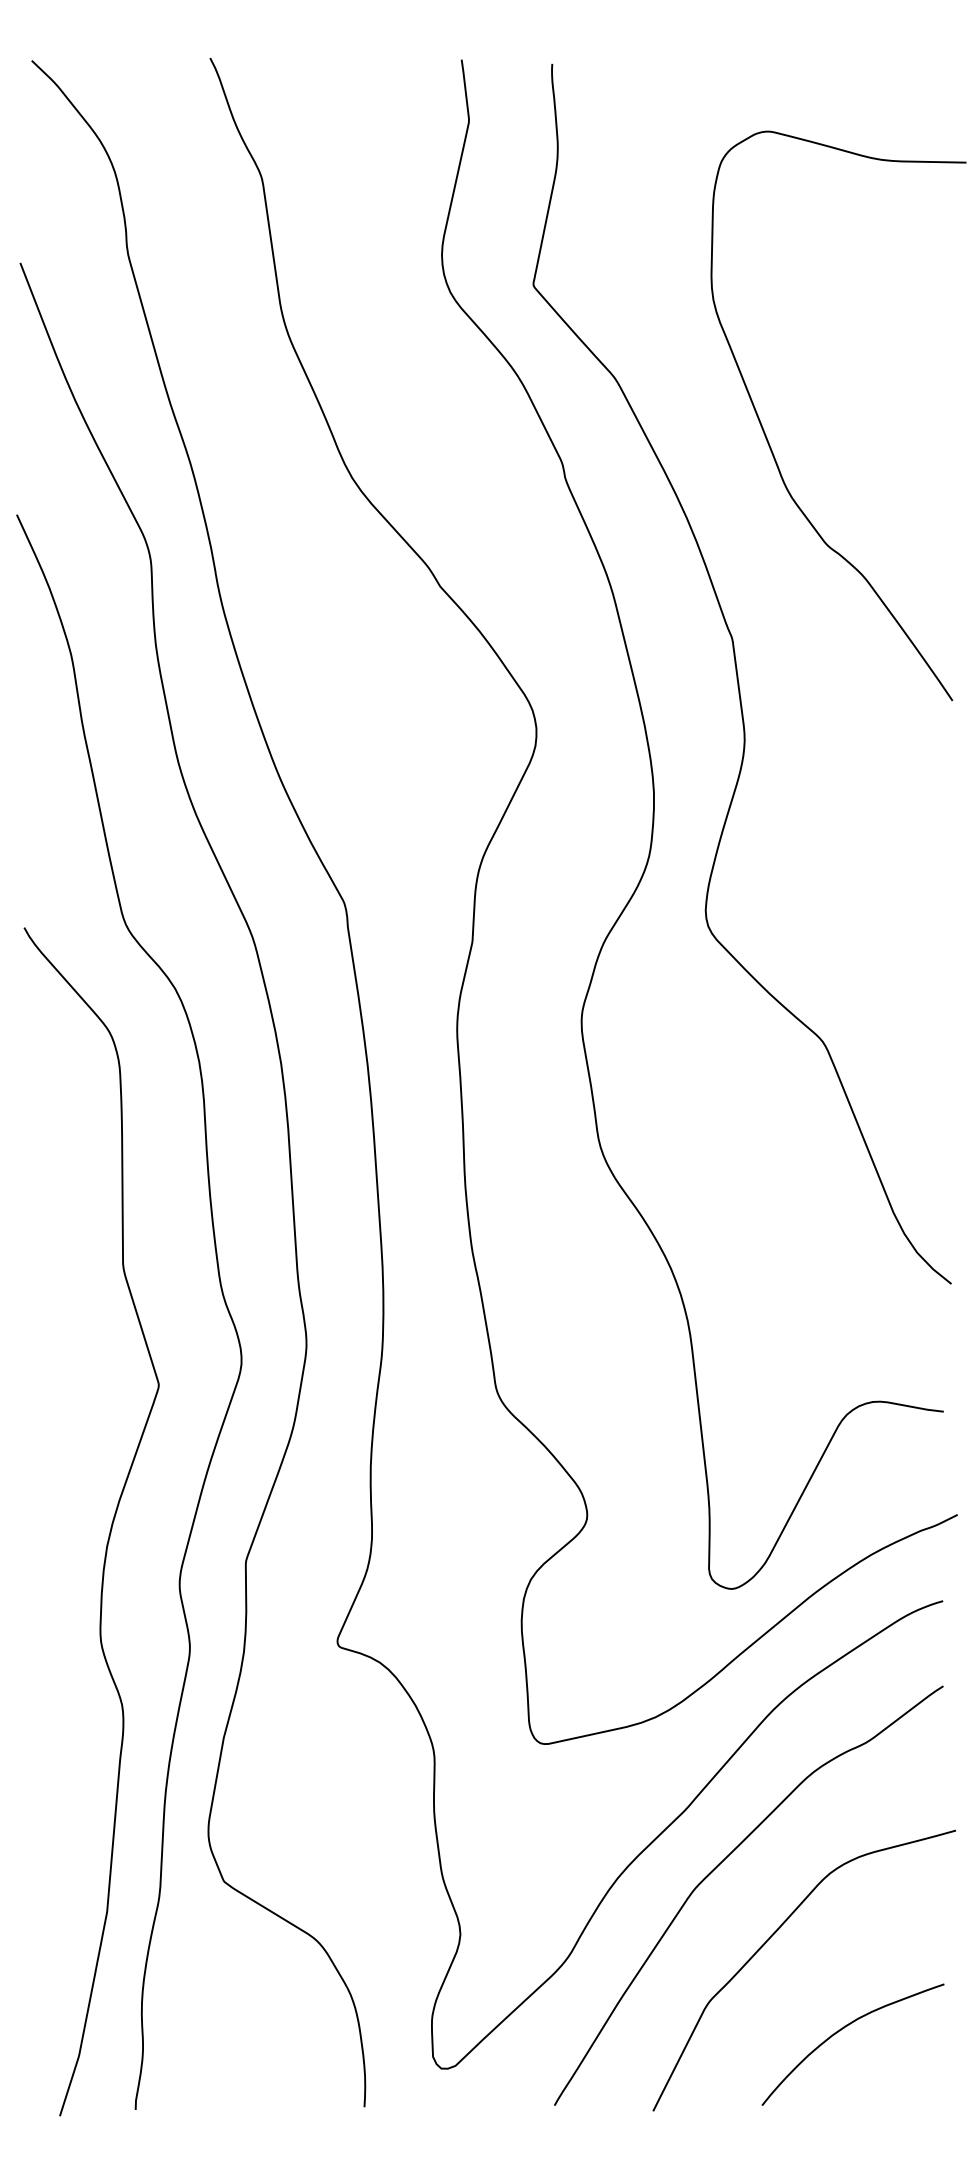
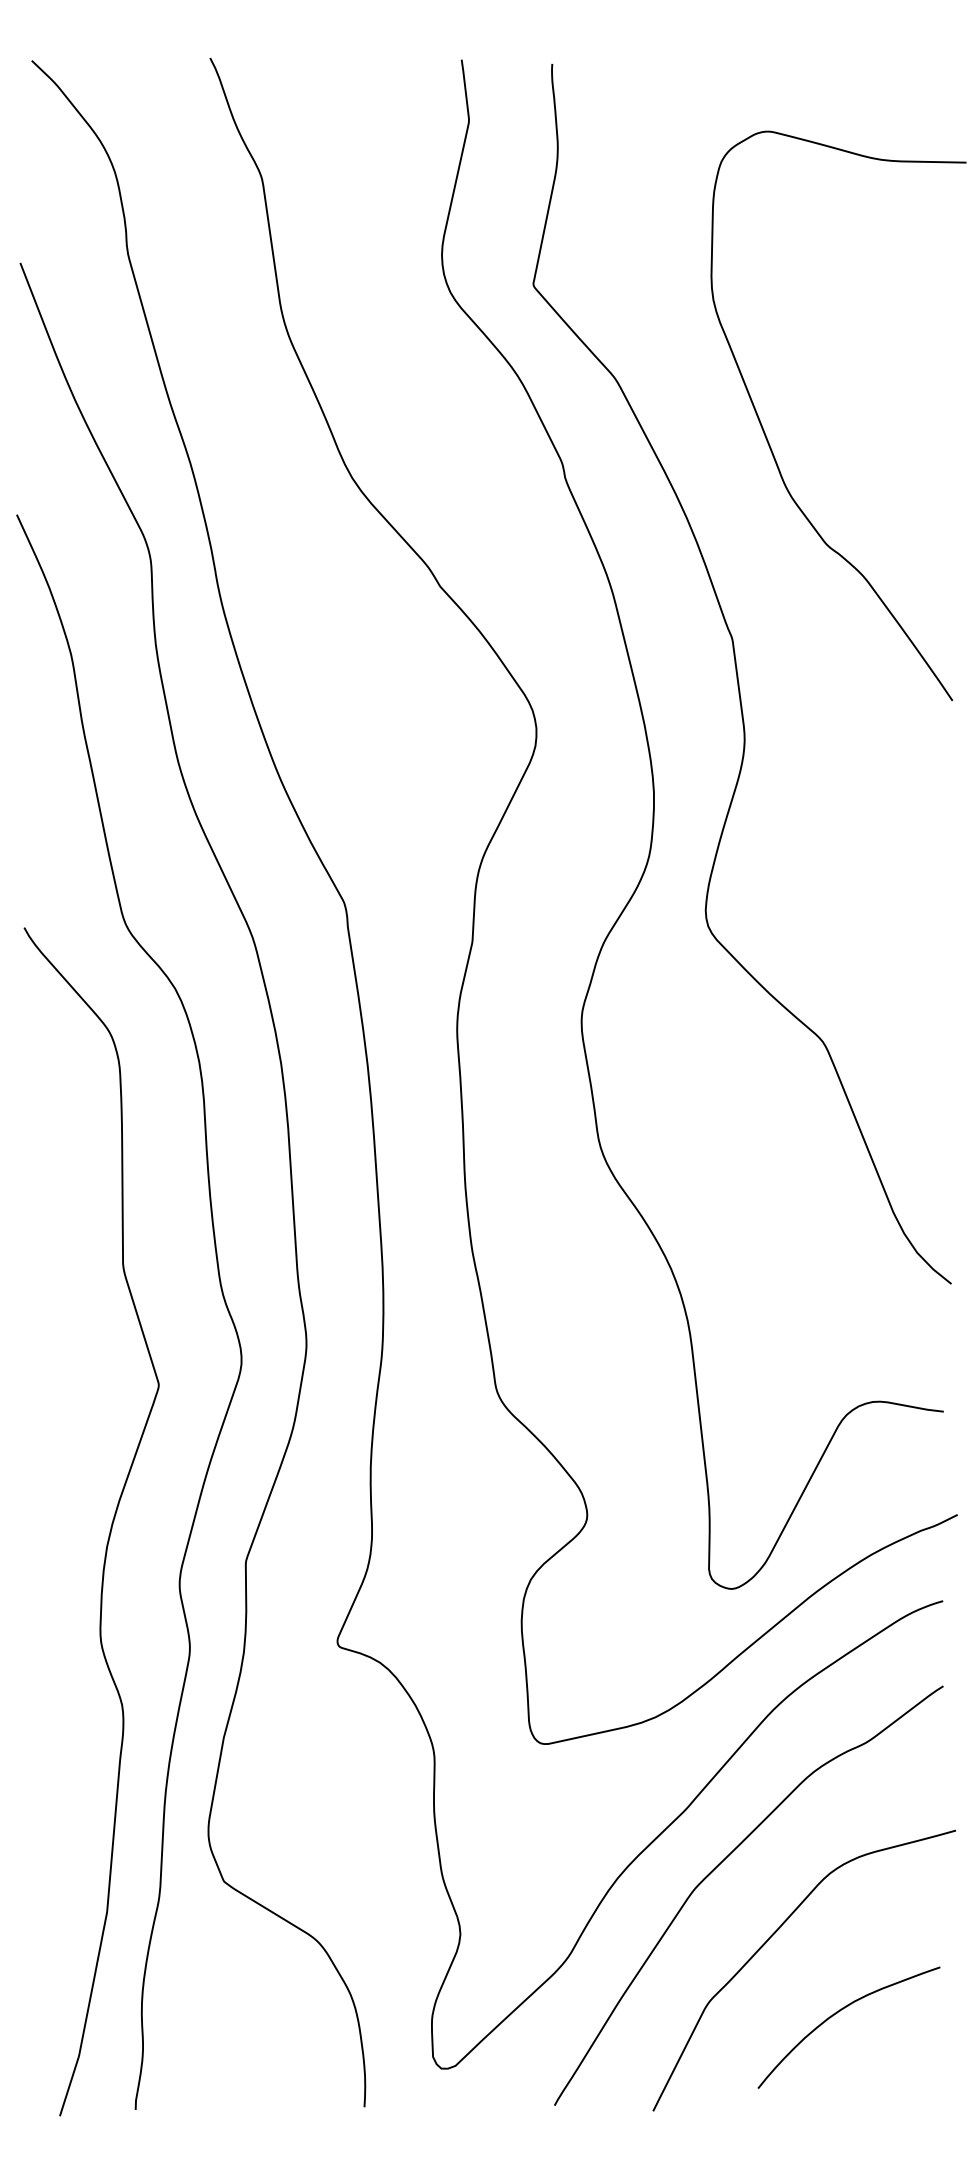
curve at (840, 2031) position: (840, 2031) -> (836, 2014)
